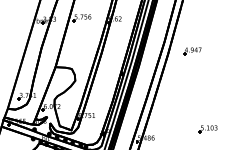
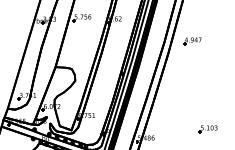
part at (192, 51) position: (192, 51) -> (192, 41)
